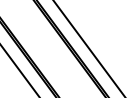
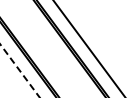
line at (19, 70): solid -> dashed
